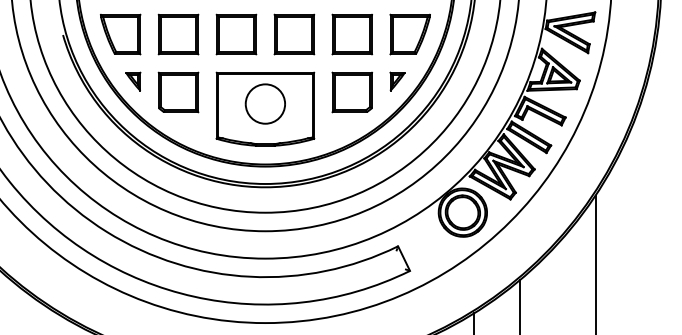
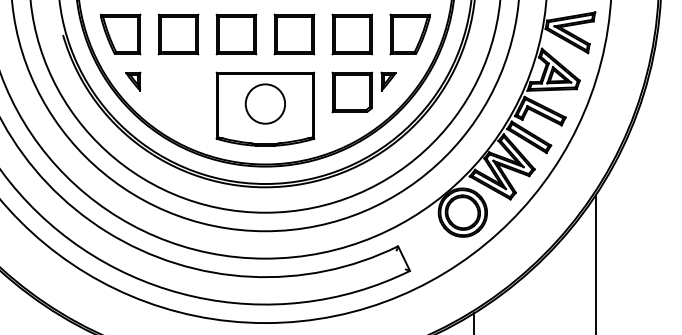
part at (397, 81) position: (397, 81) -> (388, 81)
part at (178, 92): present -> none
line at (520, 305): present -> none
